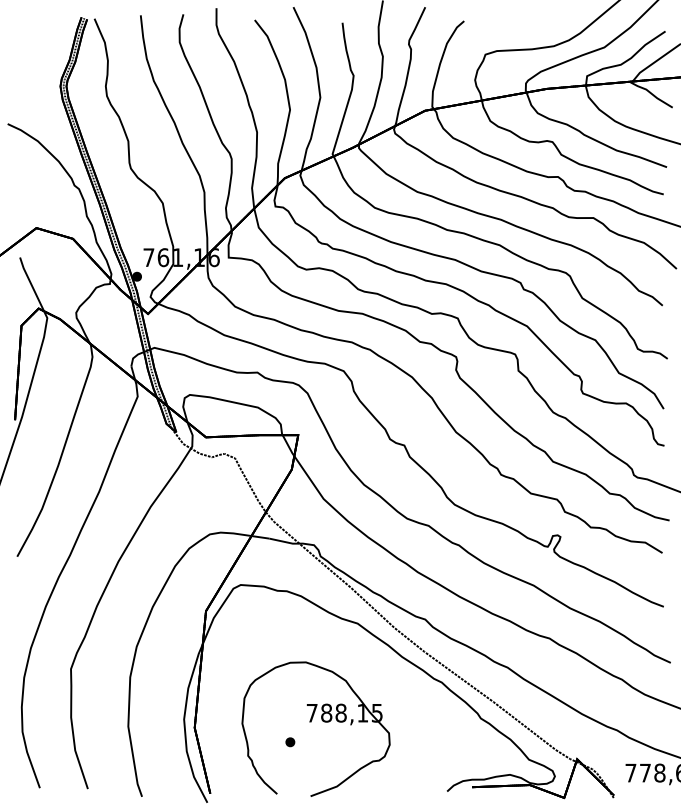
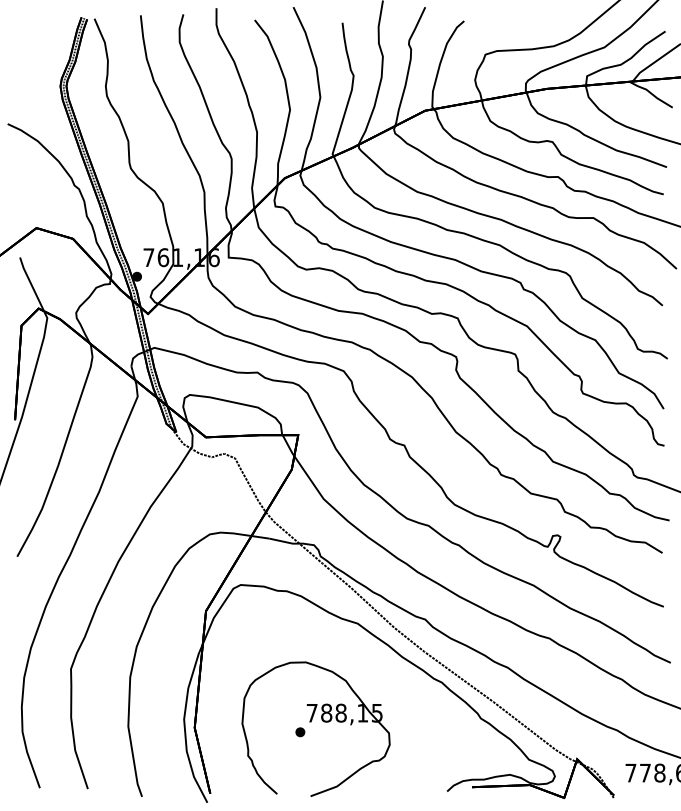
part at (290, 742) position: (290, 742) -> (300, 732)
